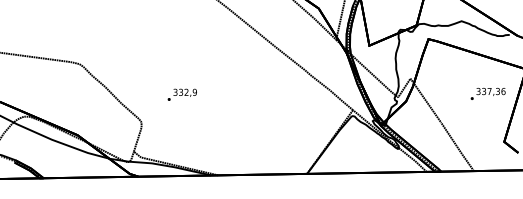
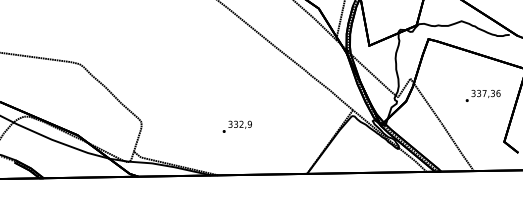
text at (487, 93) position: (487, 93) -> (482, 95)
text at (181, 94) position: (181, 94) -> (236, 126)
